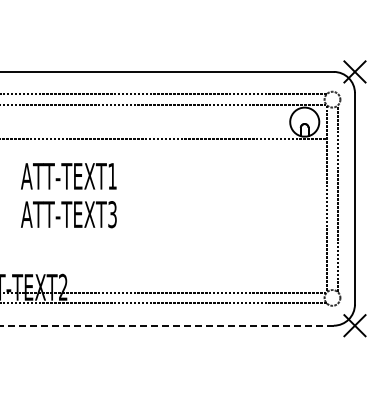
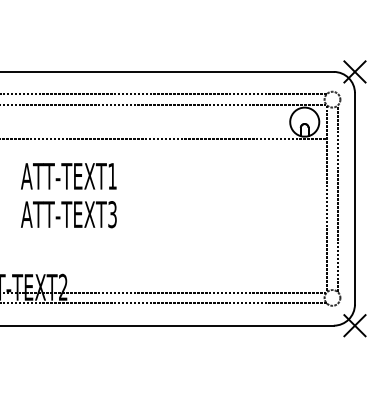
line at (166, 325): dashed -> solid
